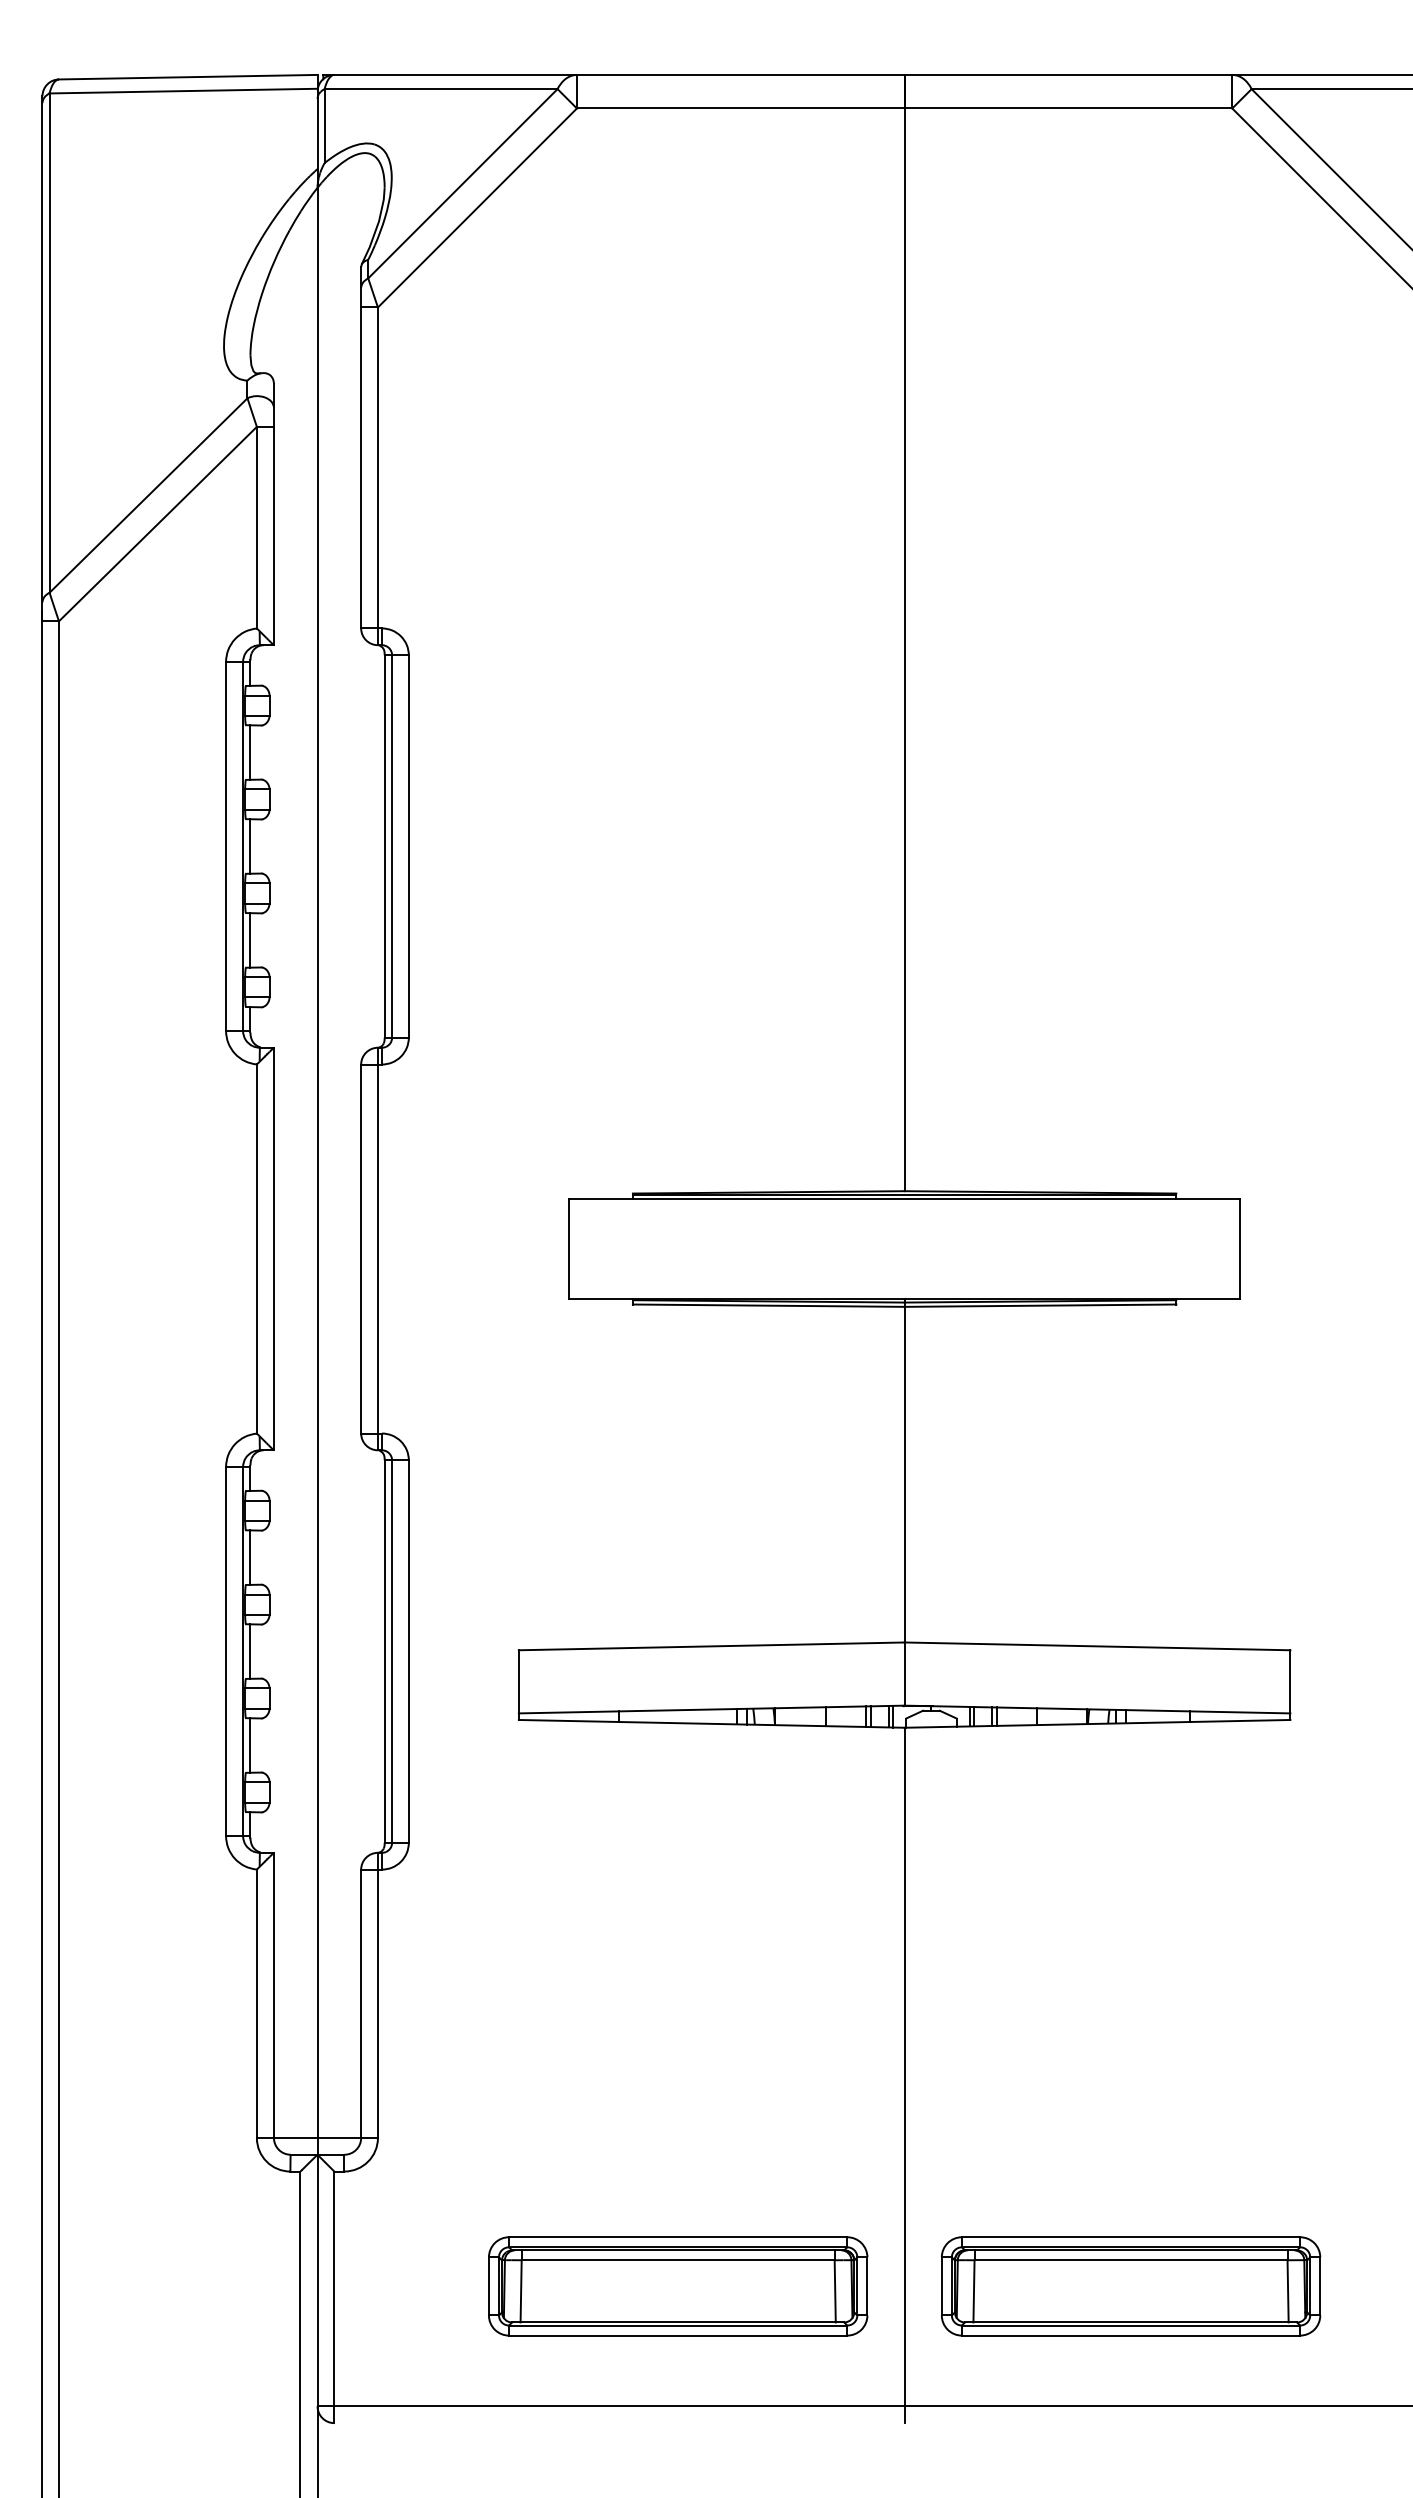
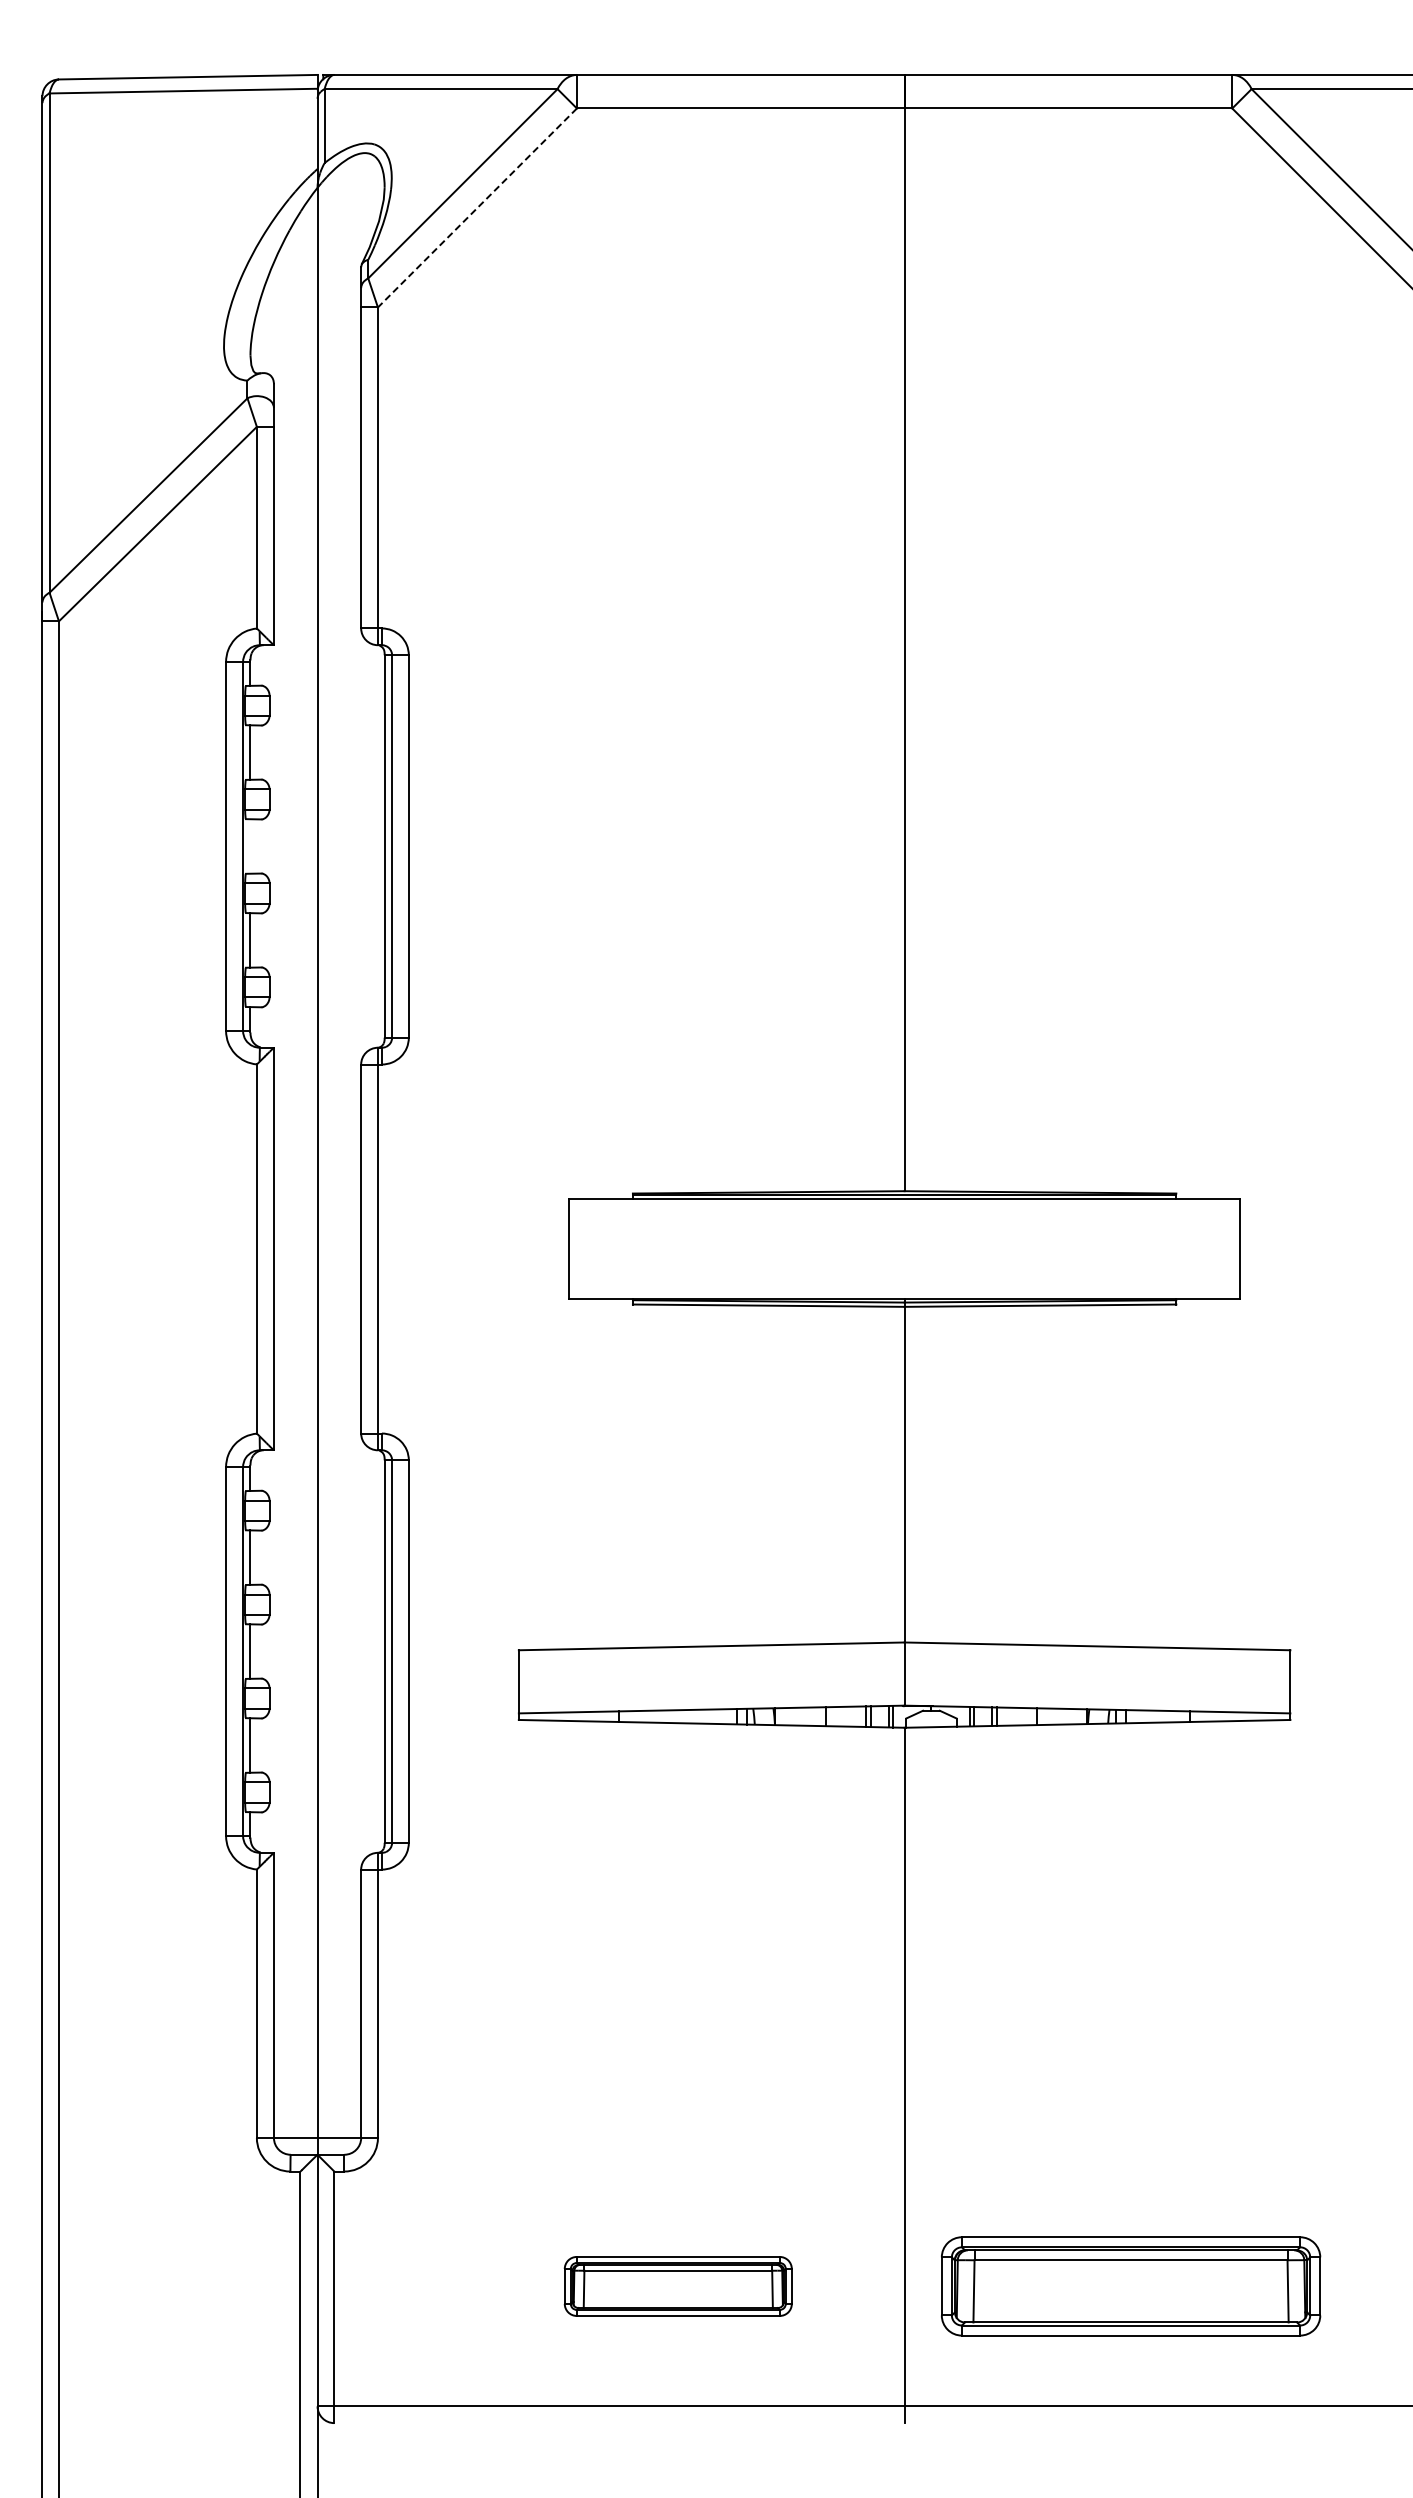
line at (477, 207): solid -> dashed
line at (250, 846): present -> none
part at (678, 2286) size: 381x101 px -> 230x61 px
